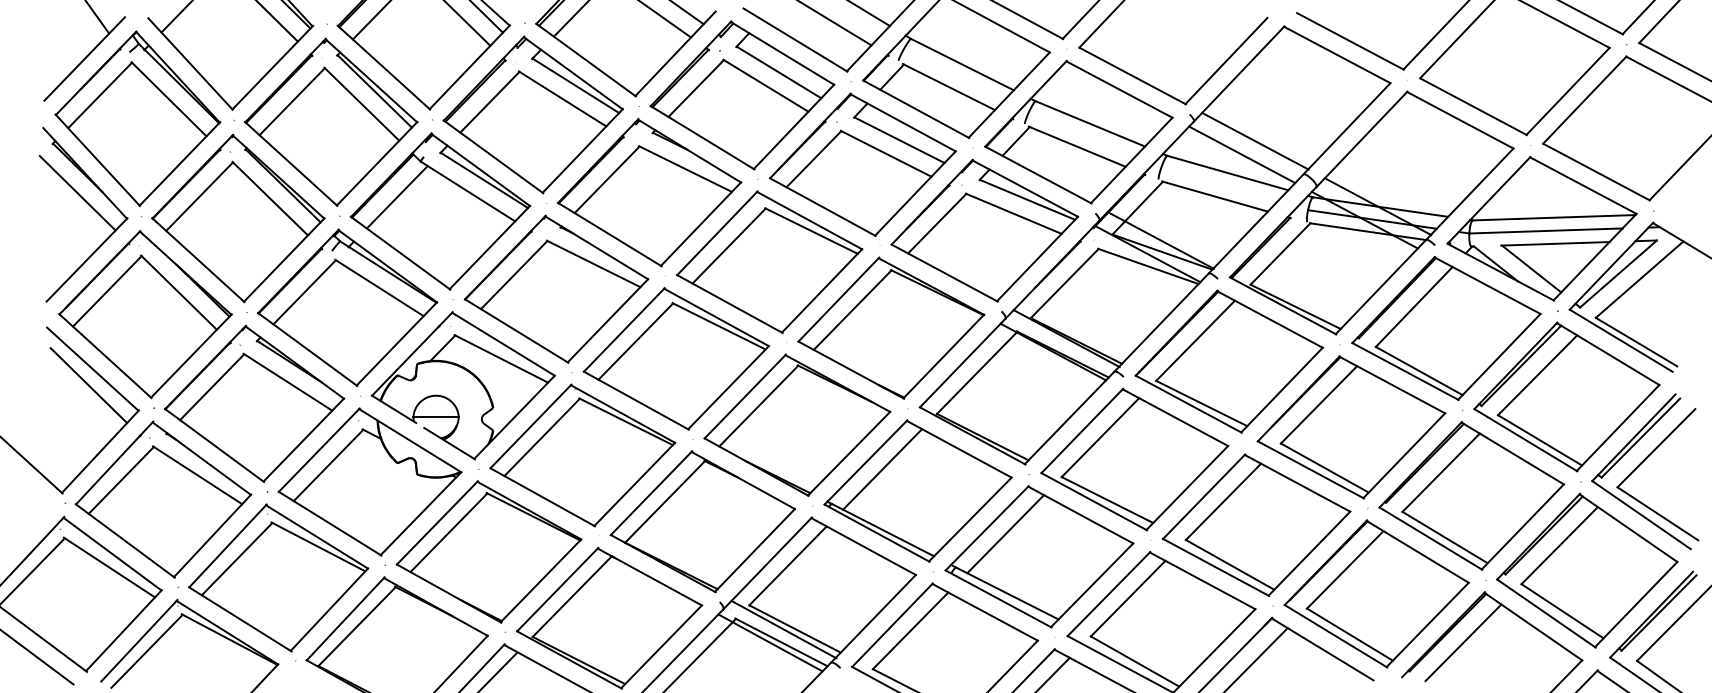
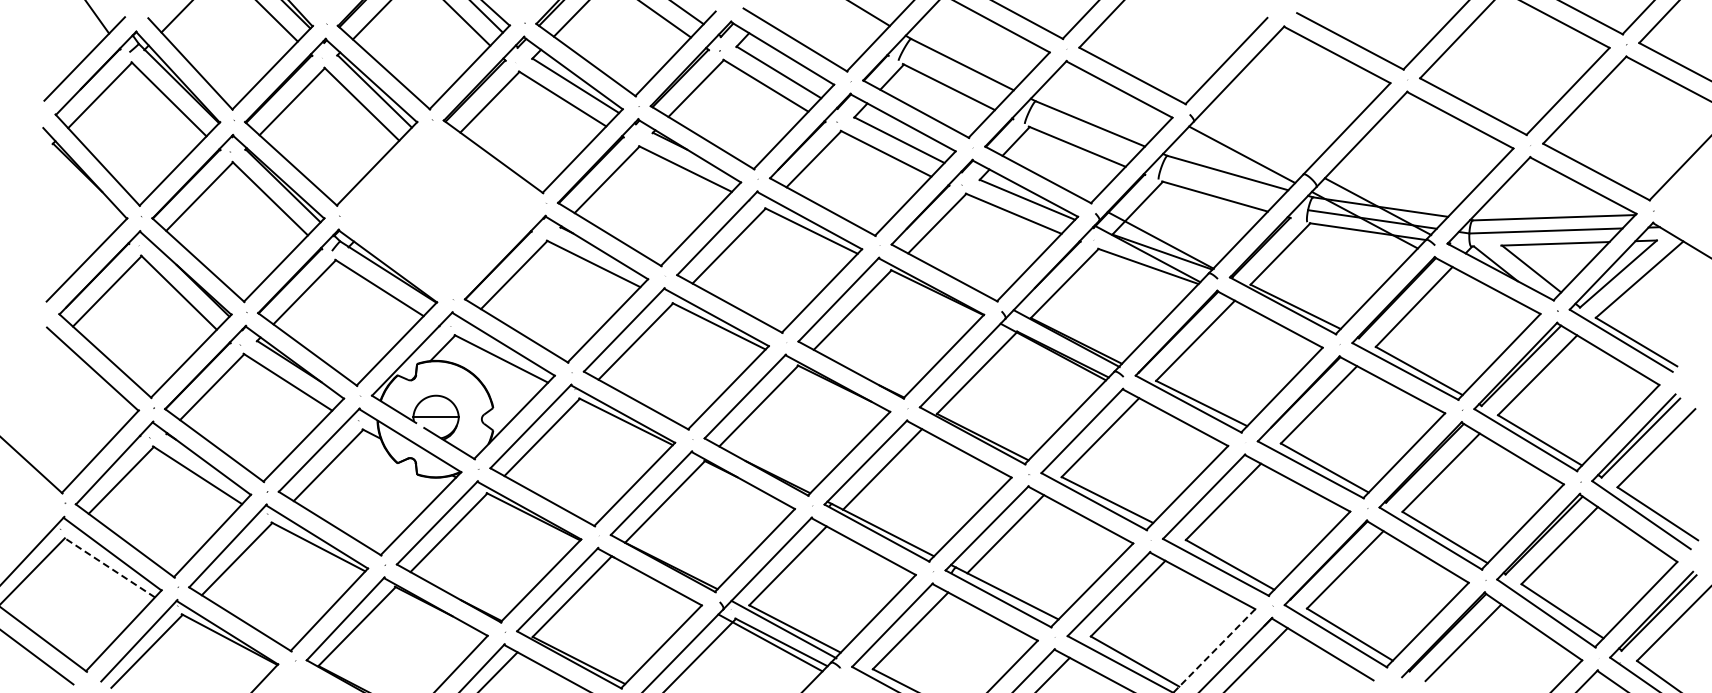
line at (835, 23): present -> none
line at (1255, 140): present -> none
line at (77, 193): present -> none
part at (440, 211): present -> none
line at (88, 385): present -> none
line at (109, 567): solid -> dashed
line at (1214, 650): solid -> dashed
